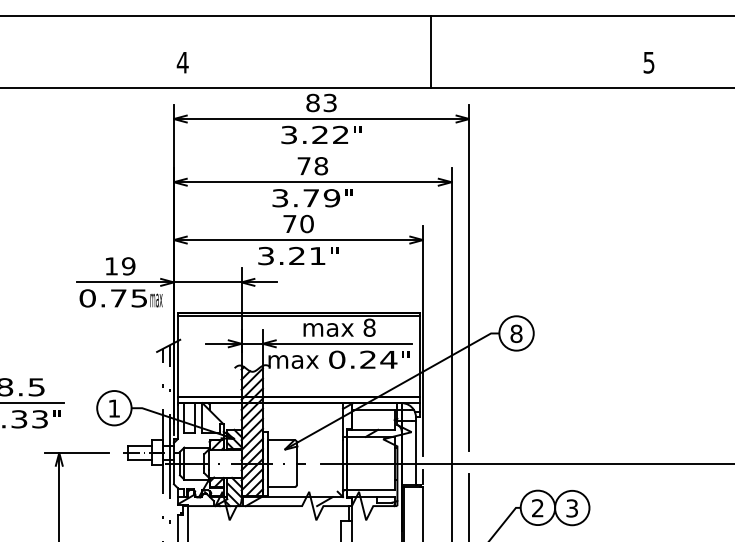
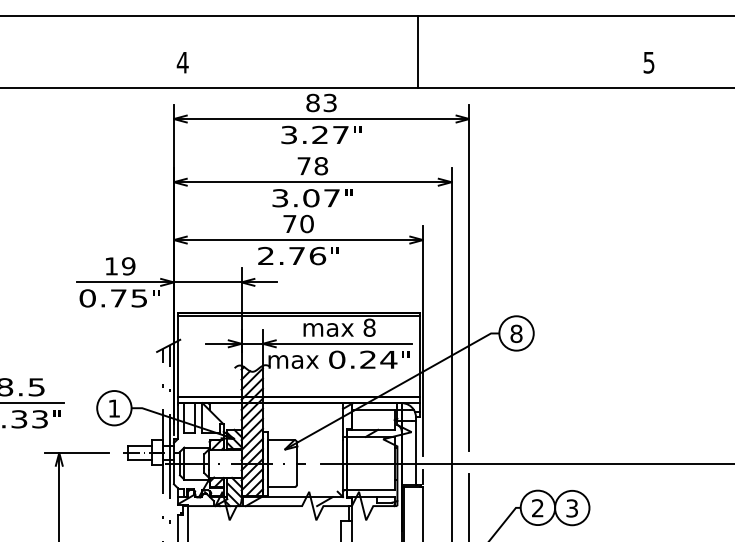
line at (430, 51) position: (430, 51) -> (417, 51)
text at (340, 134): 3.22 -> 3.27
text at (321, 198): 3.79 -> 3.07
text at (292, 255): 3.21 -> 2.76
text at (156, 298): max -> "
